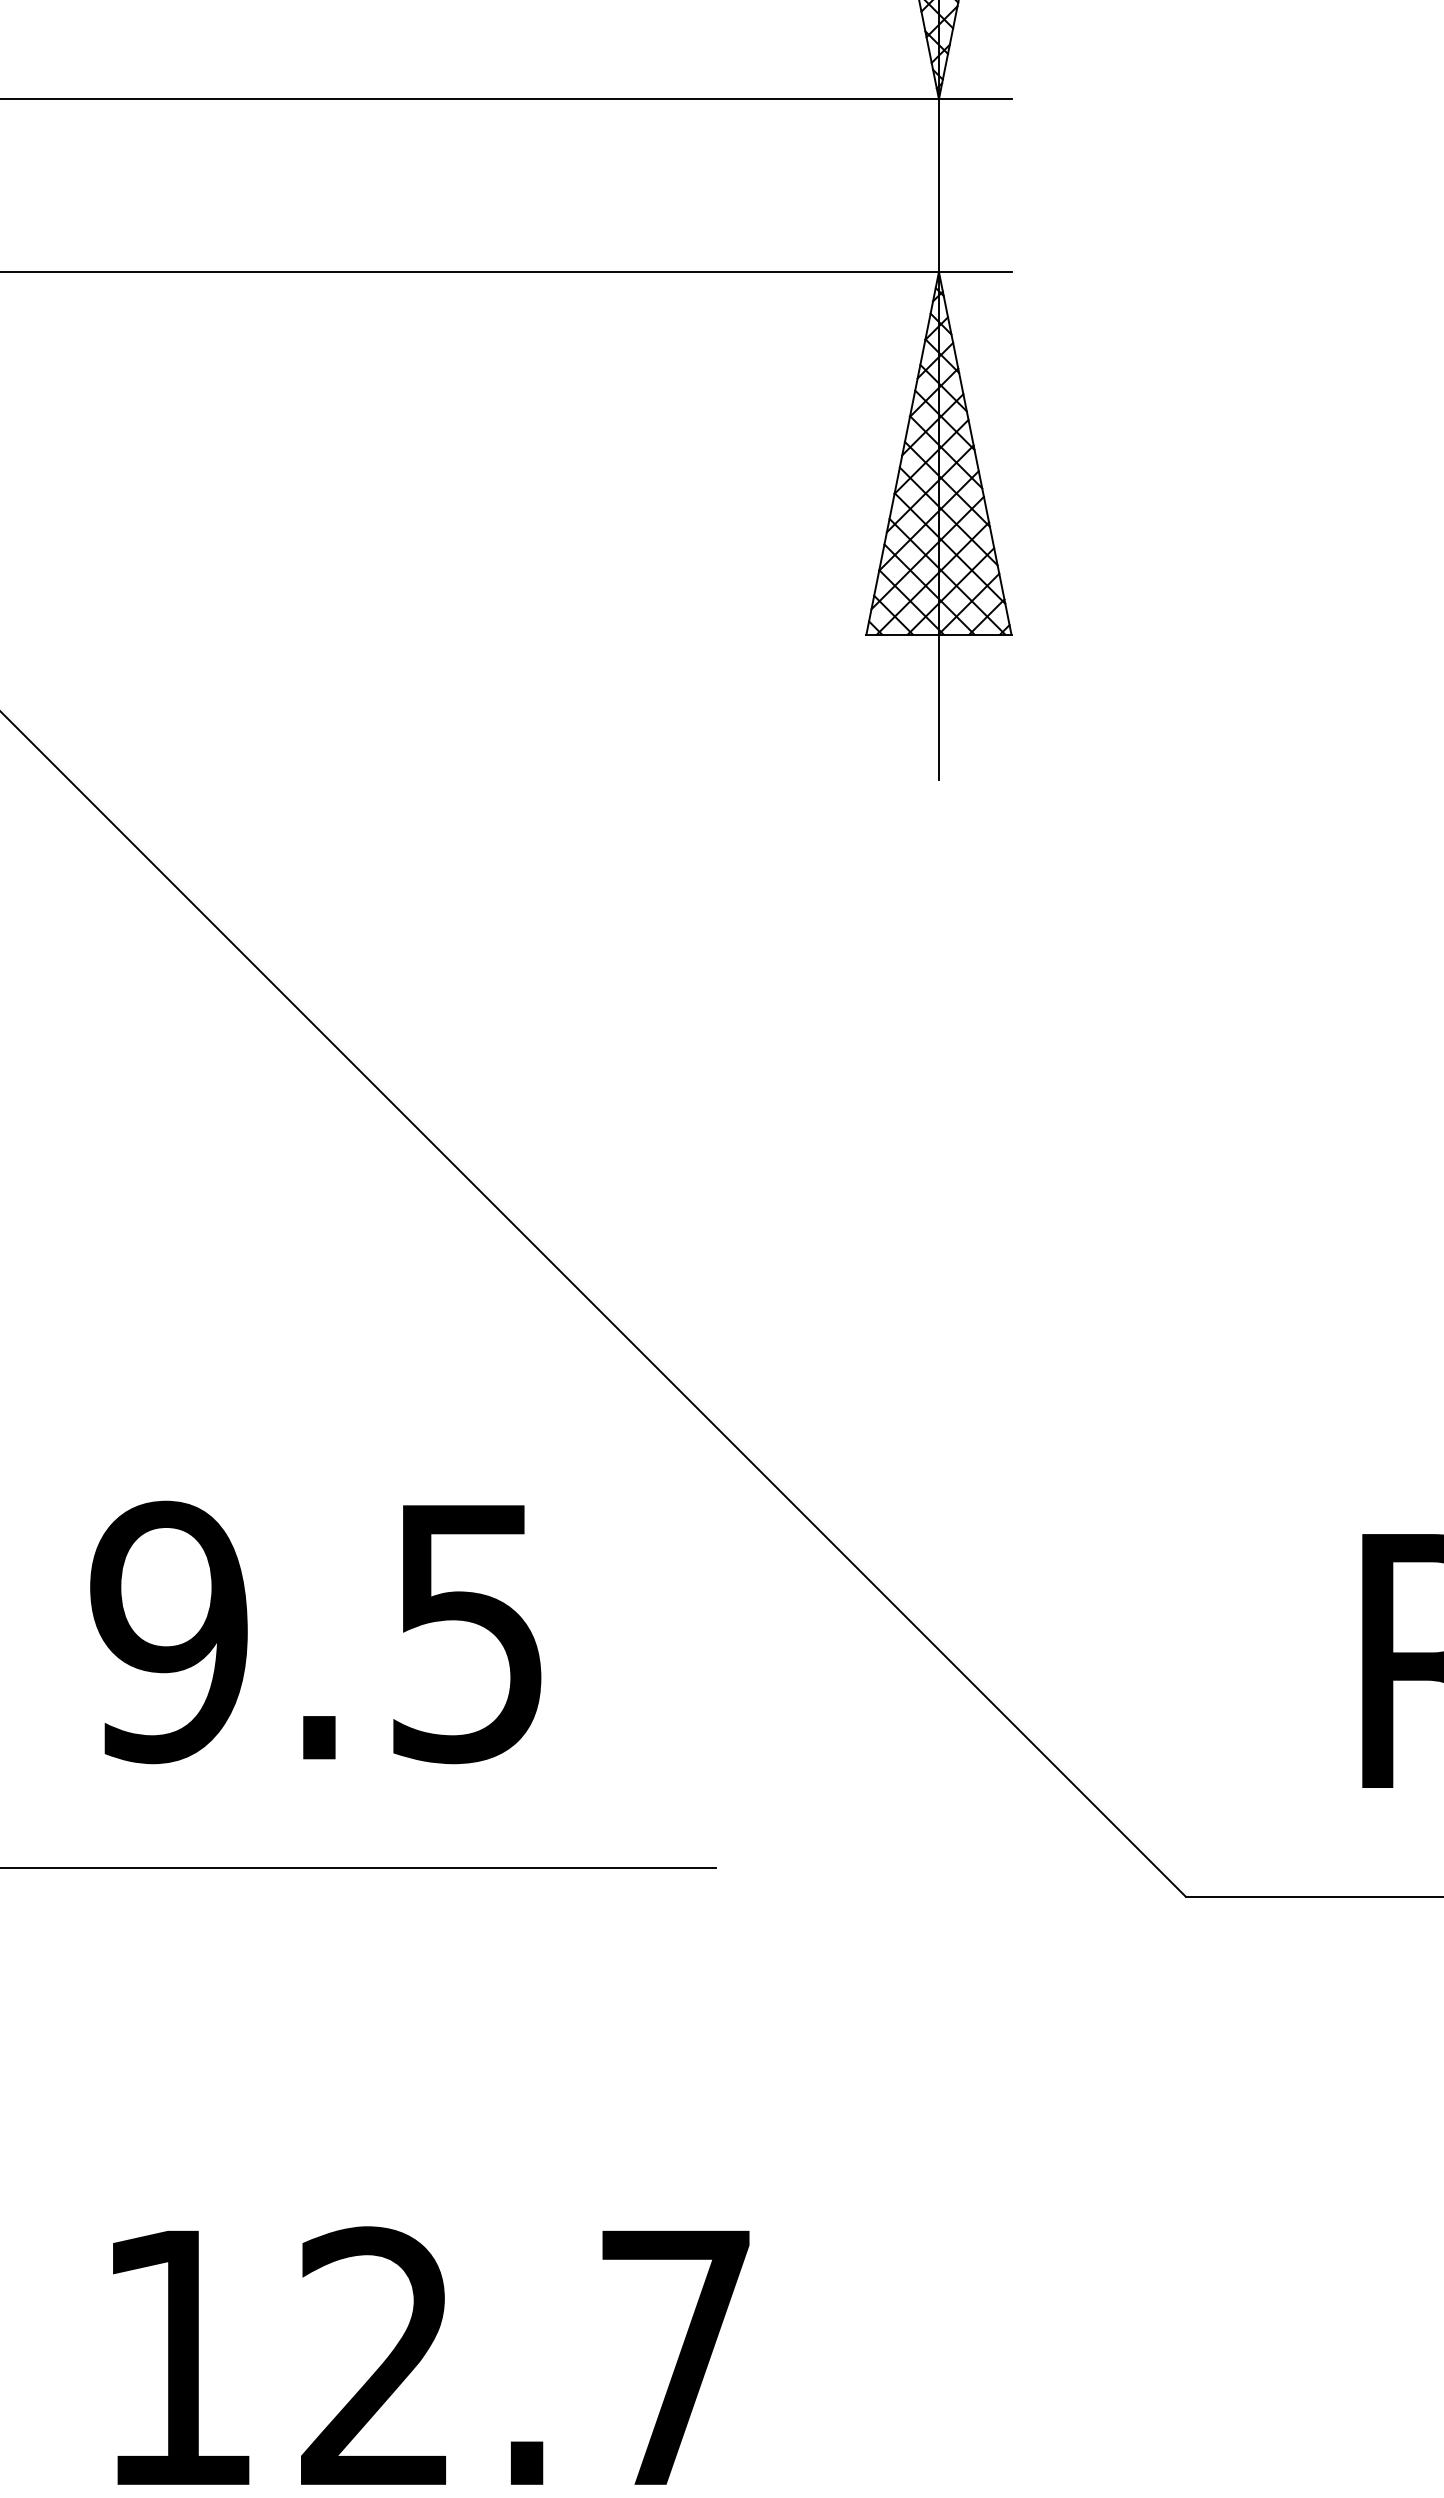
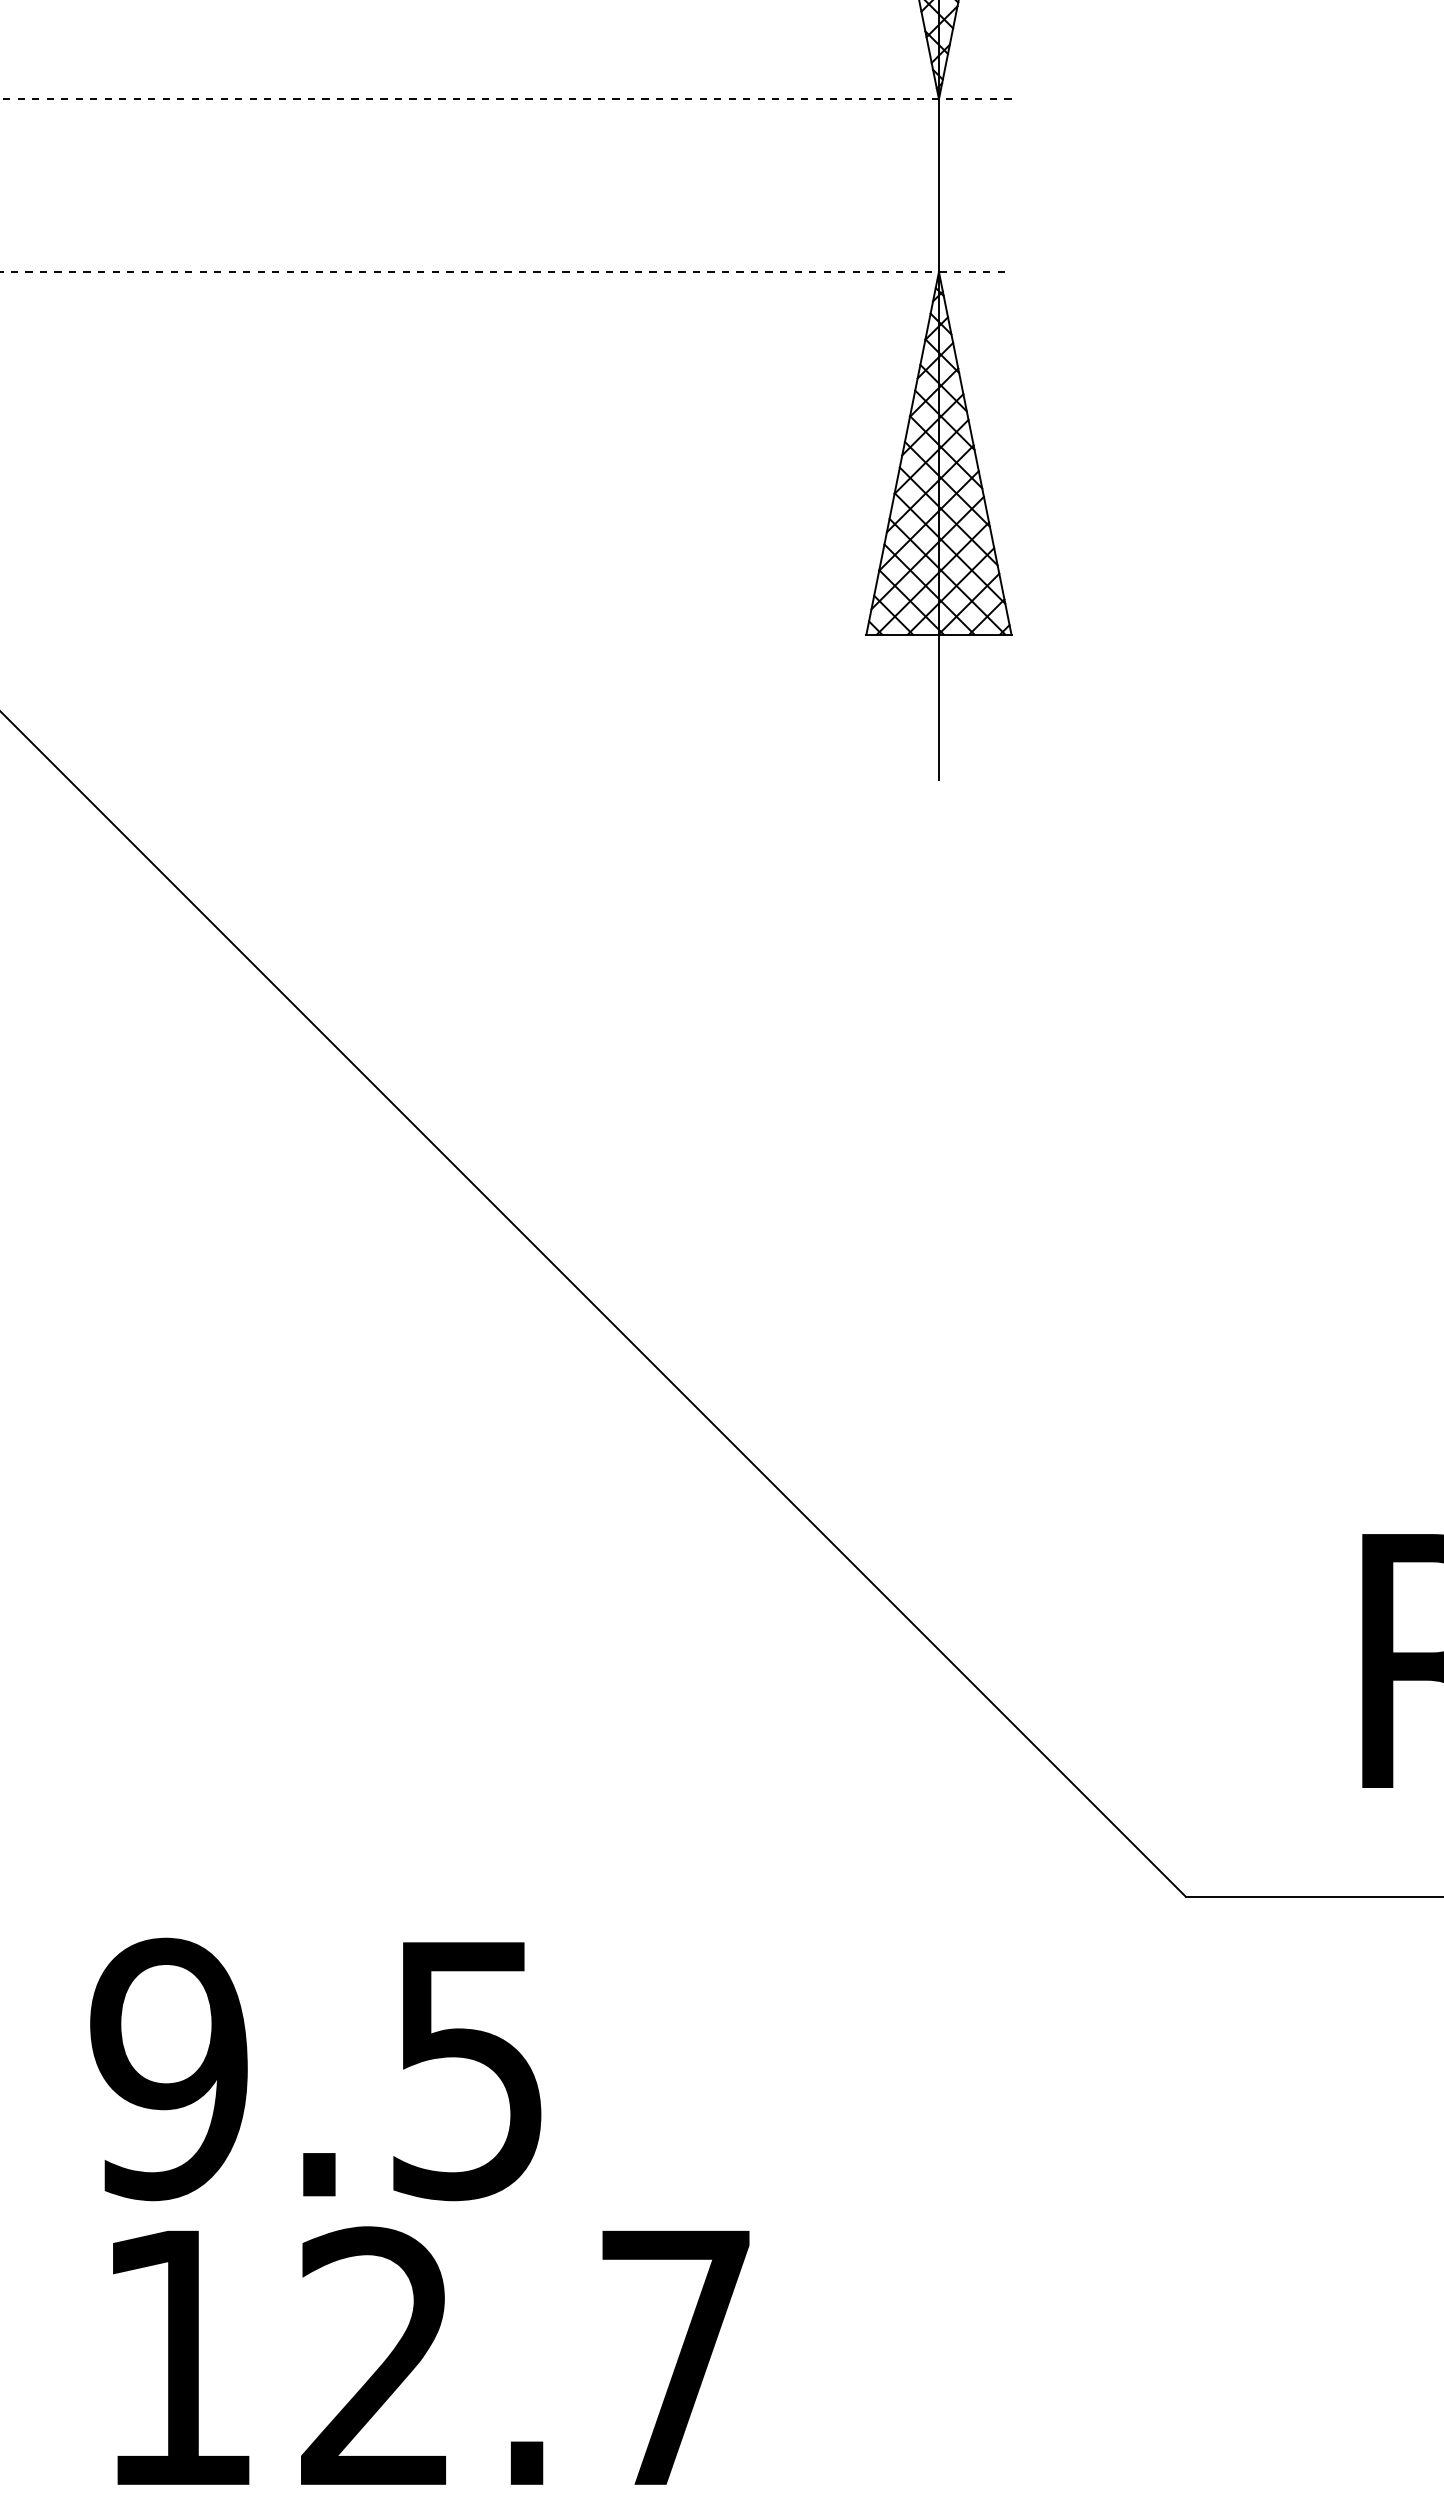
line at (505, 99): solid -> dashed
line at (506, 271): solid -> dashed
text at (315, 1632) position: (315, 1632) -> (315, 2069)
line at (358, 1868): present -> none
